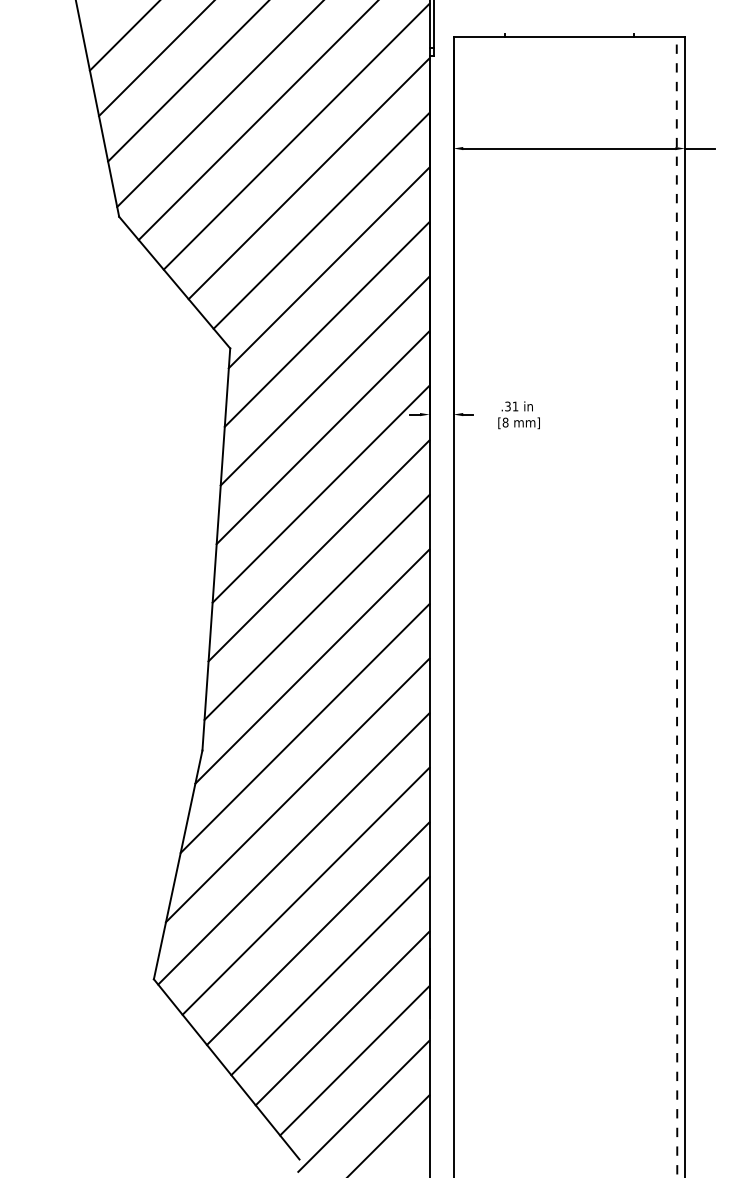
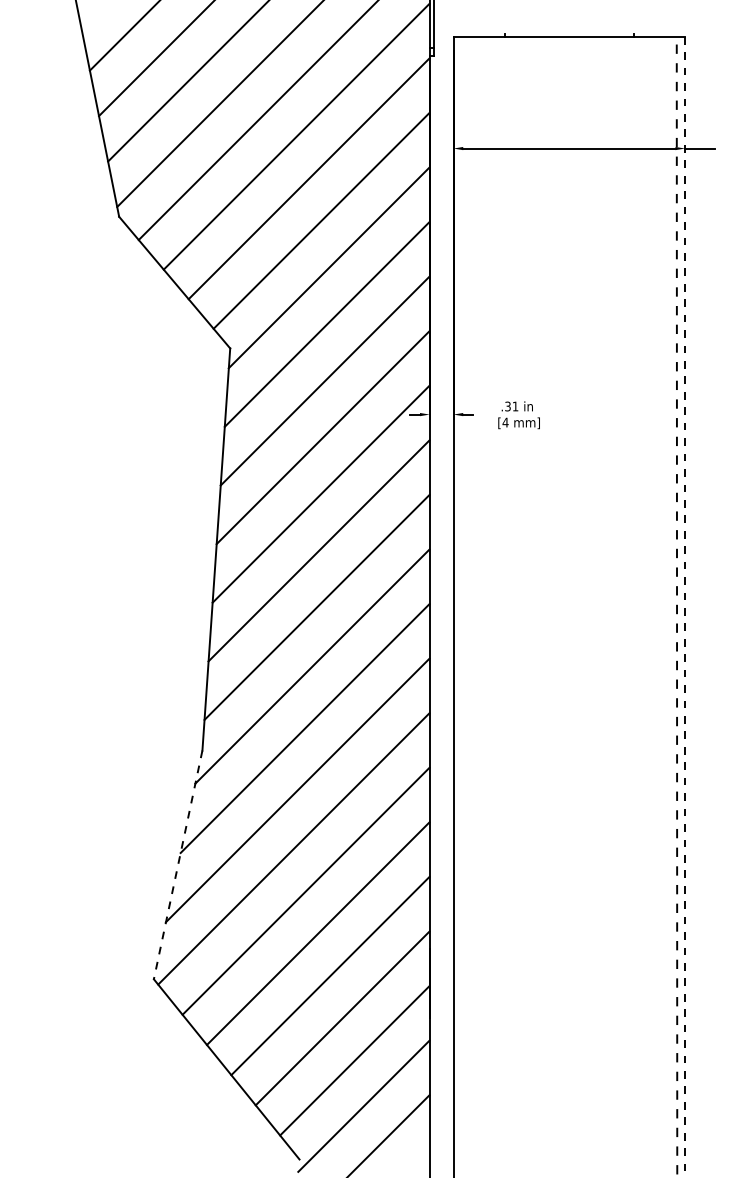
text at (505, 422): [8 -> [4
line at (685, 607): solid -> dashed
line at (178, 864): solid -> dashed
